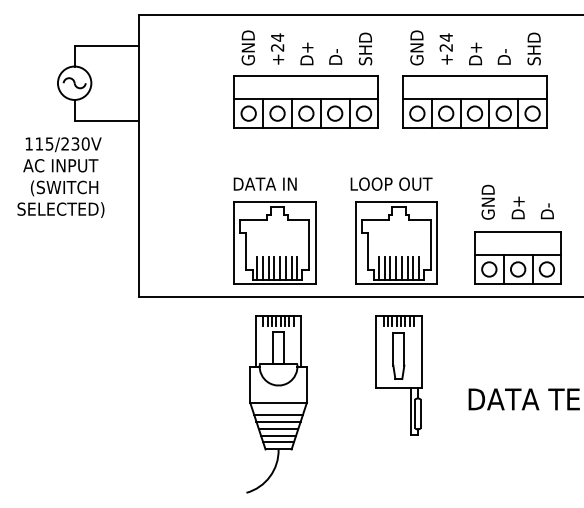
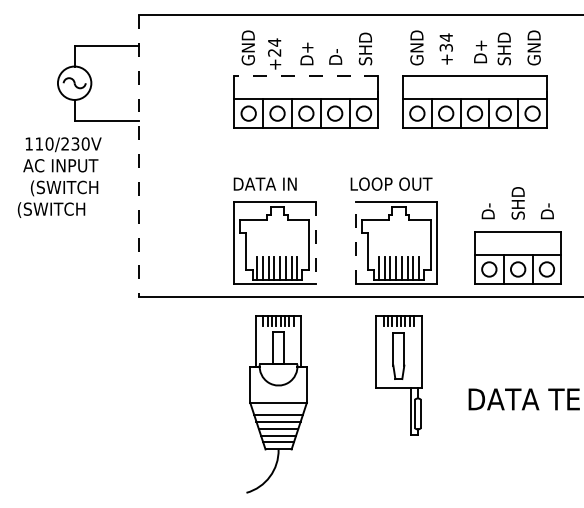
text at (446, 47): +24 -> +34
text at (533, 47): SHD -> GND
text at (277, 48) position: (277, 48) -> (274, 53)
text at (503, 48): D- -> SHD
text at (475, 53) position: (475, 53) -> (480, 51)
line at (305, 75): solid -> dashed
text at (49, 143): 115/230V -> 110/230V
line at (139, 156): solid -> dashed
text at (487, 201): GND -> D-
text at (517, 203): D+ -> SHD
text at (60, 209): SELECTED) -> (SWITCH
line at (315, 243): solid -> dashed
line at (355, 243): solid -> dashed
